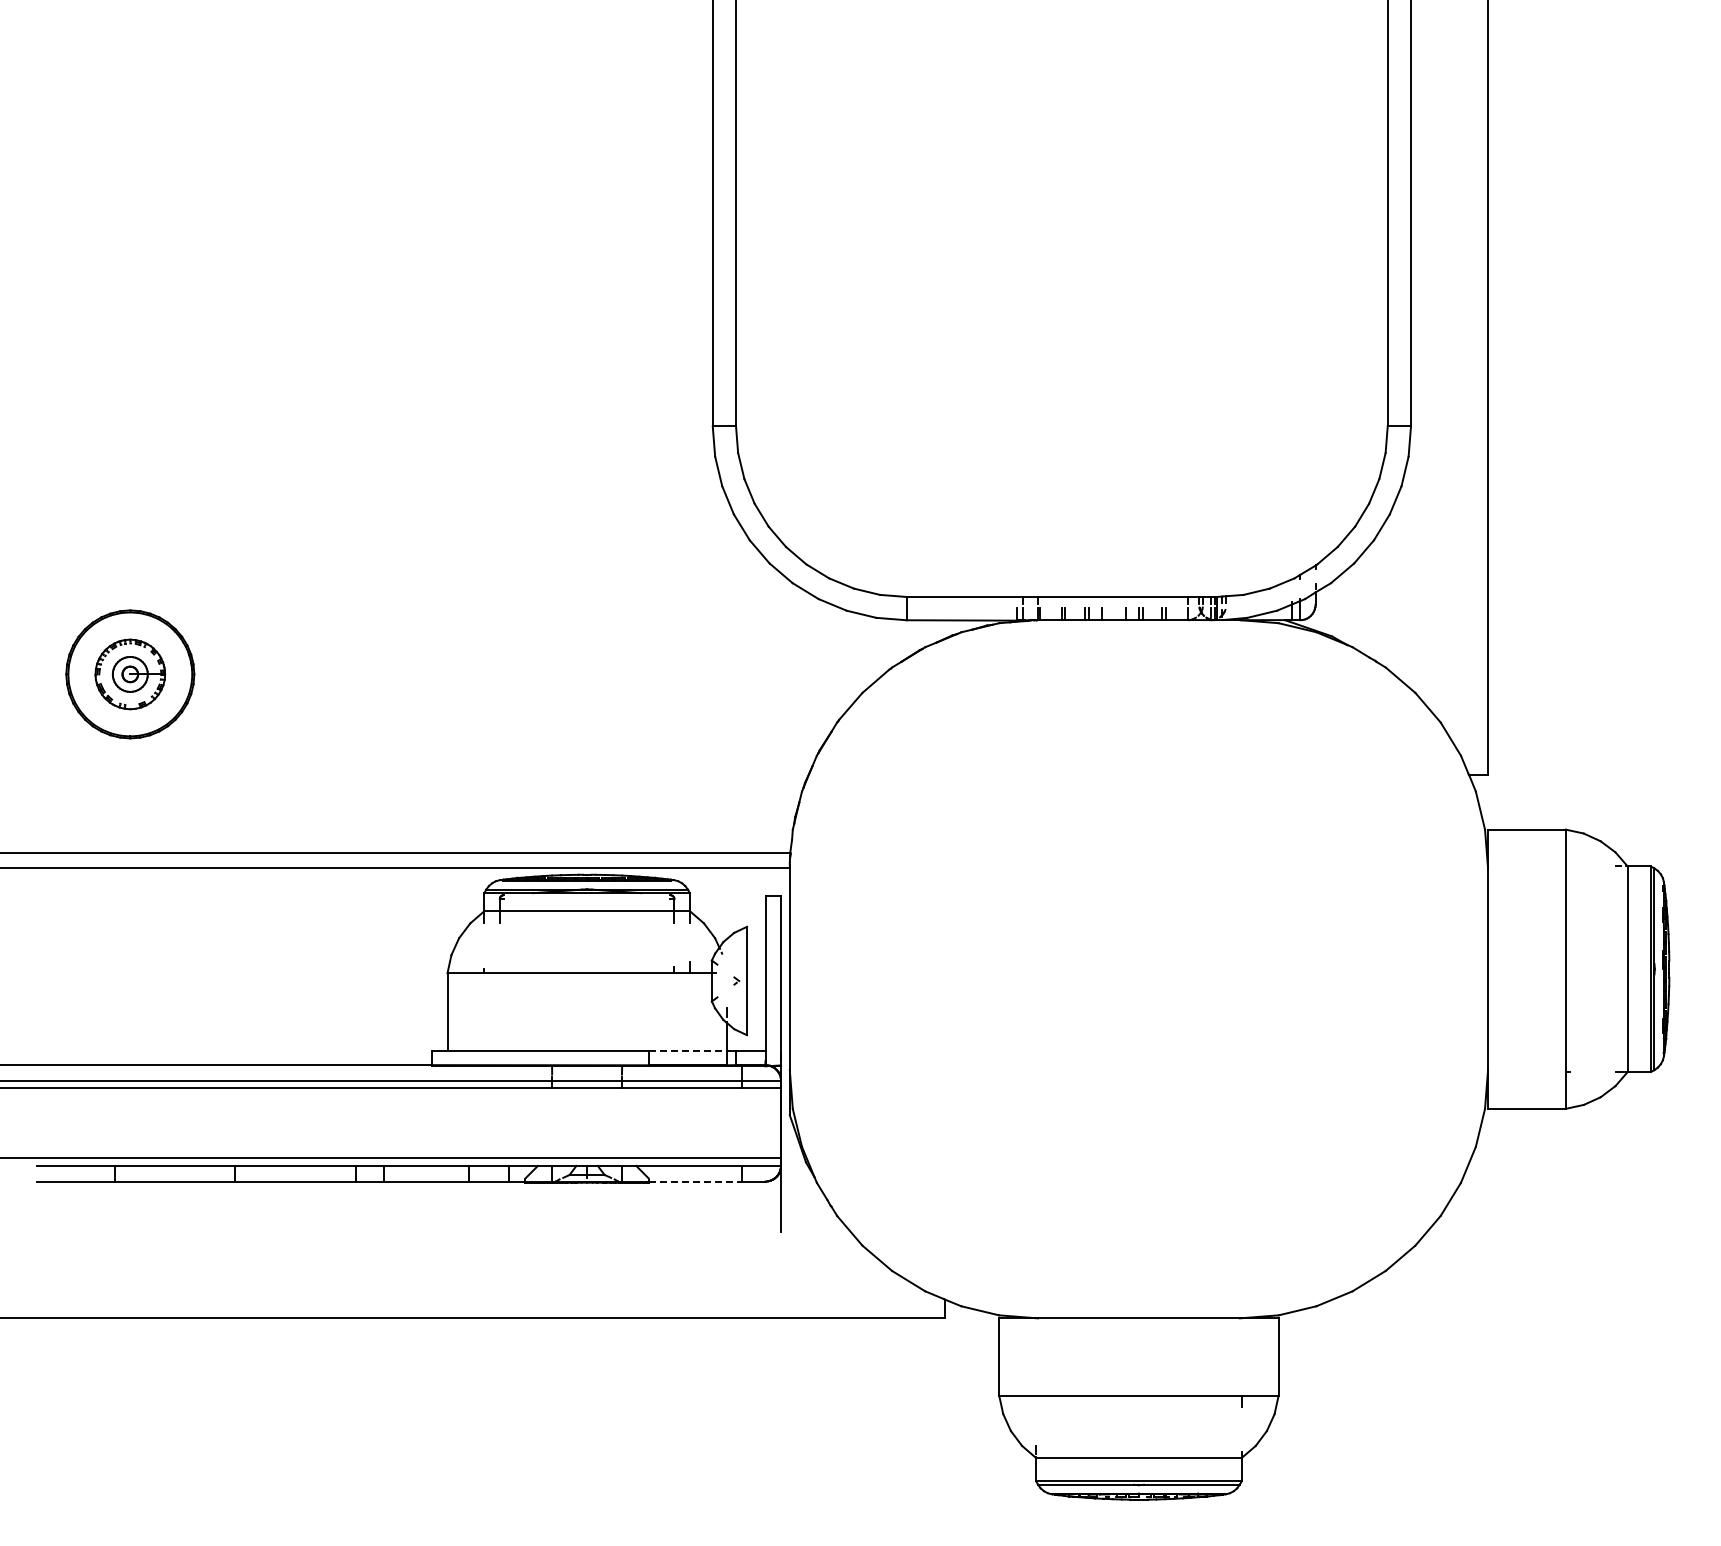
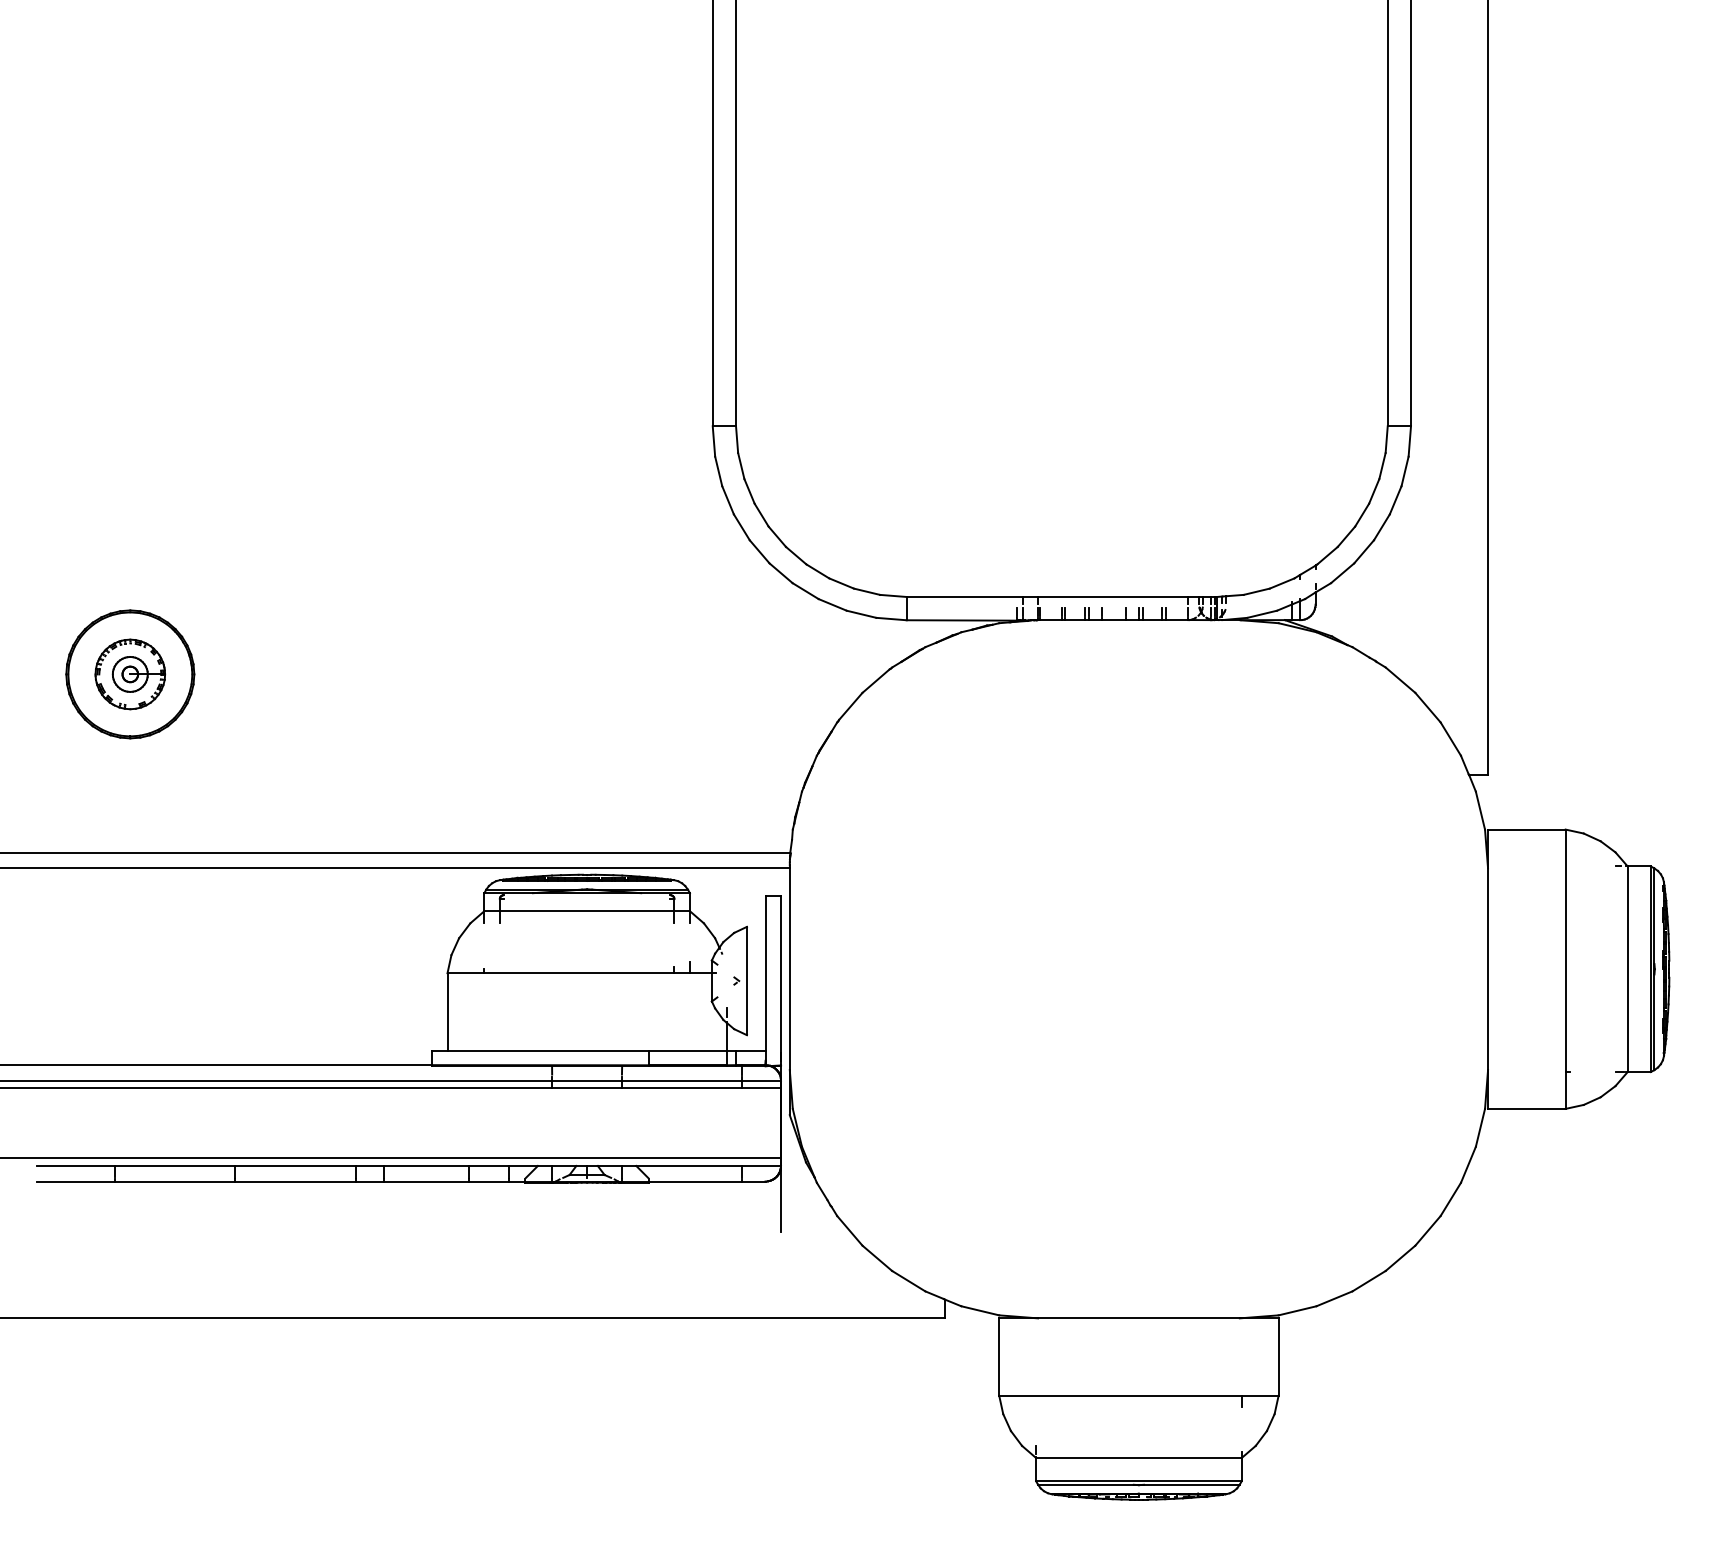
line at (688, 1050): dashed -> solid
line at (695, 1181): dashed -> solid
